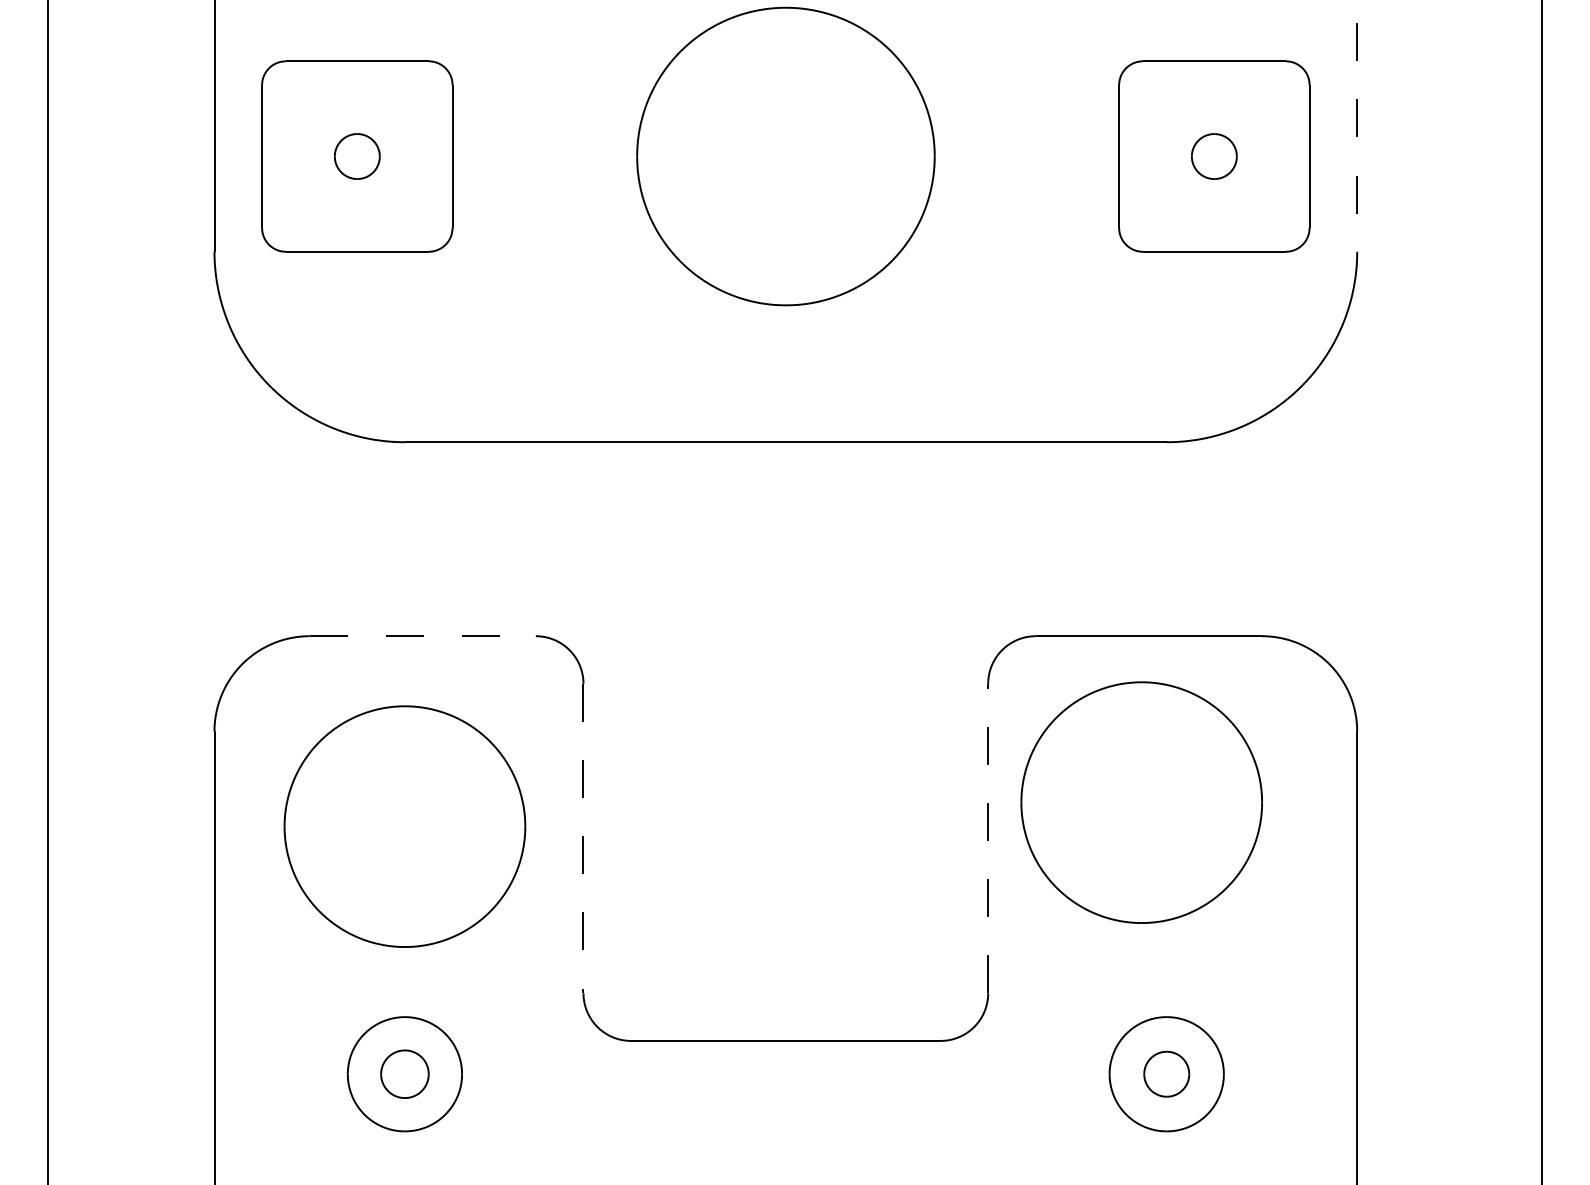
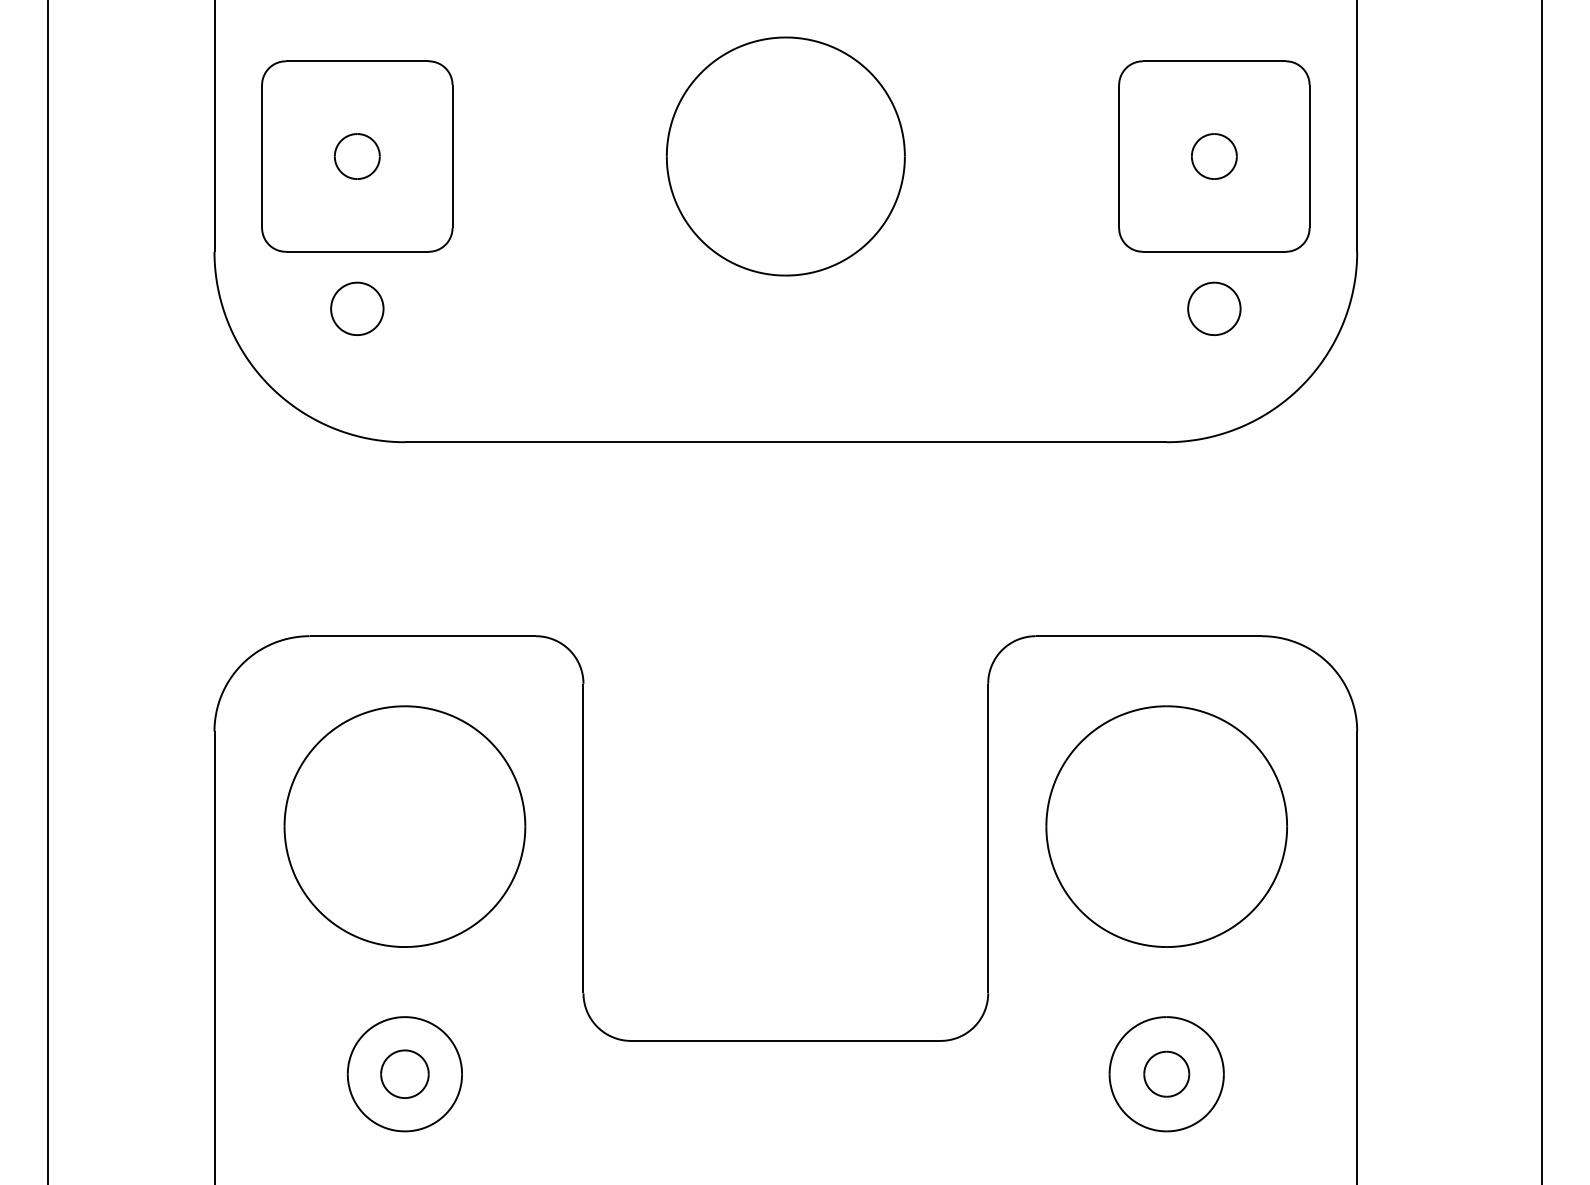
line at (1357, 126): dashed -> solid
part at (785, 156) size: 300x301 px -> 241x241 px
part at (357, 308): none -> present
part at (1214, 308): none -> present
line at (423, 636): dashed -> solid
part at (1141, 802) position: (1141, 802) -> (1166, 826)
line at (583, 838): dashed -> solid
line at (988, 838): dashed -> solid
